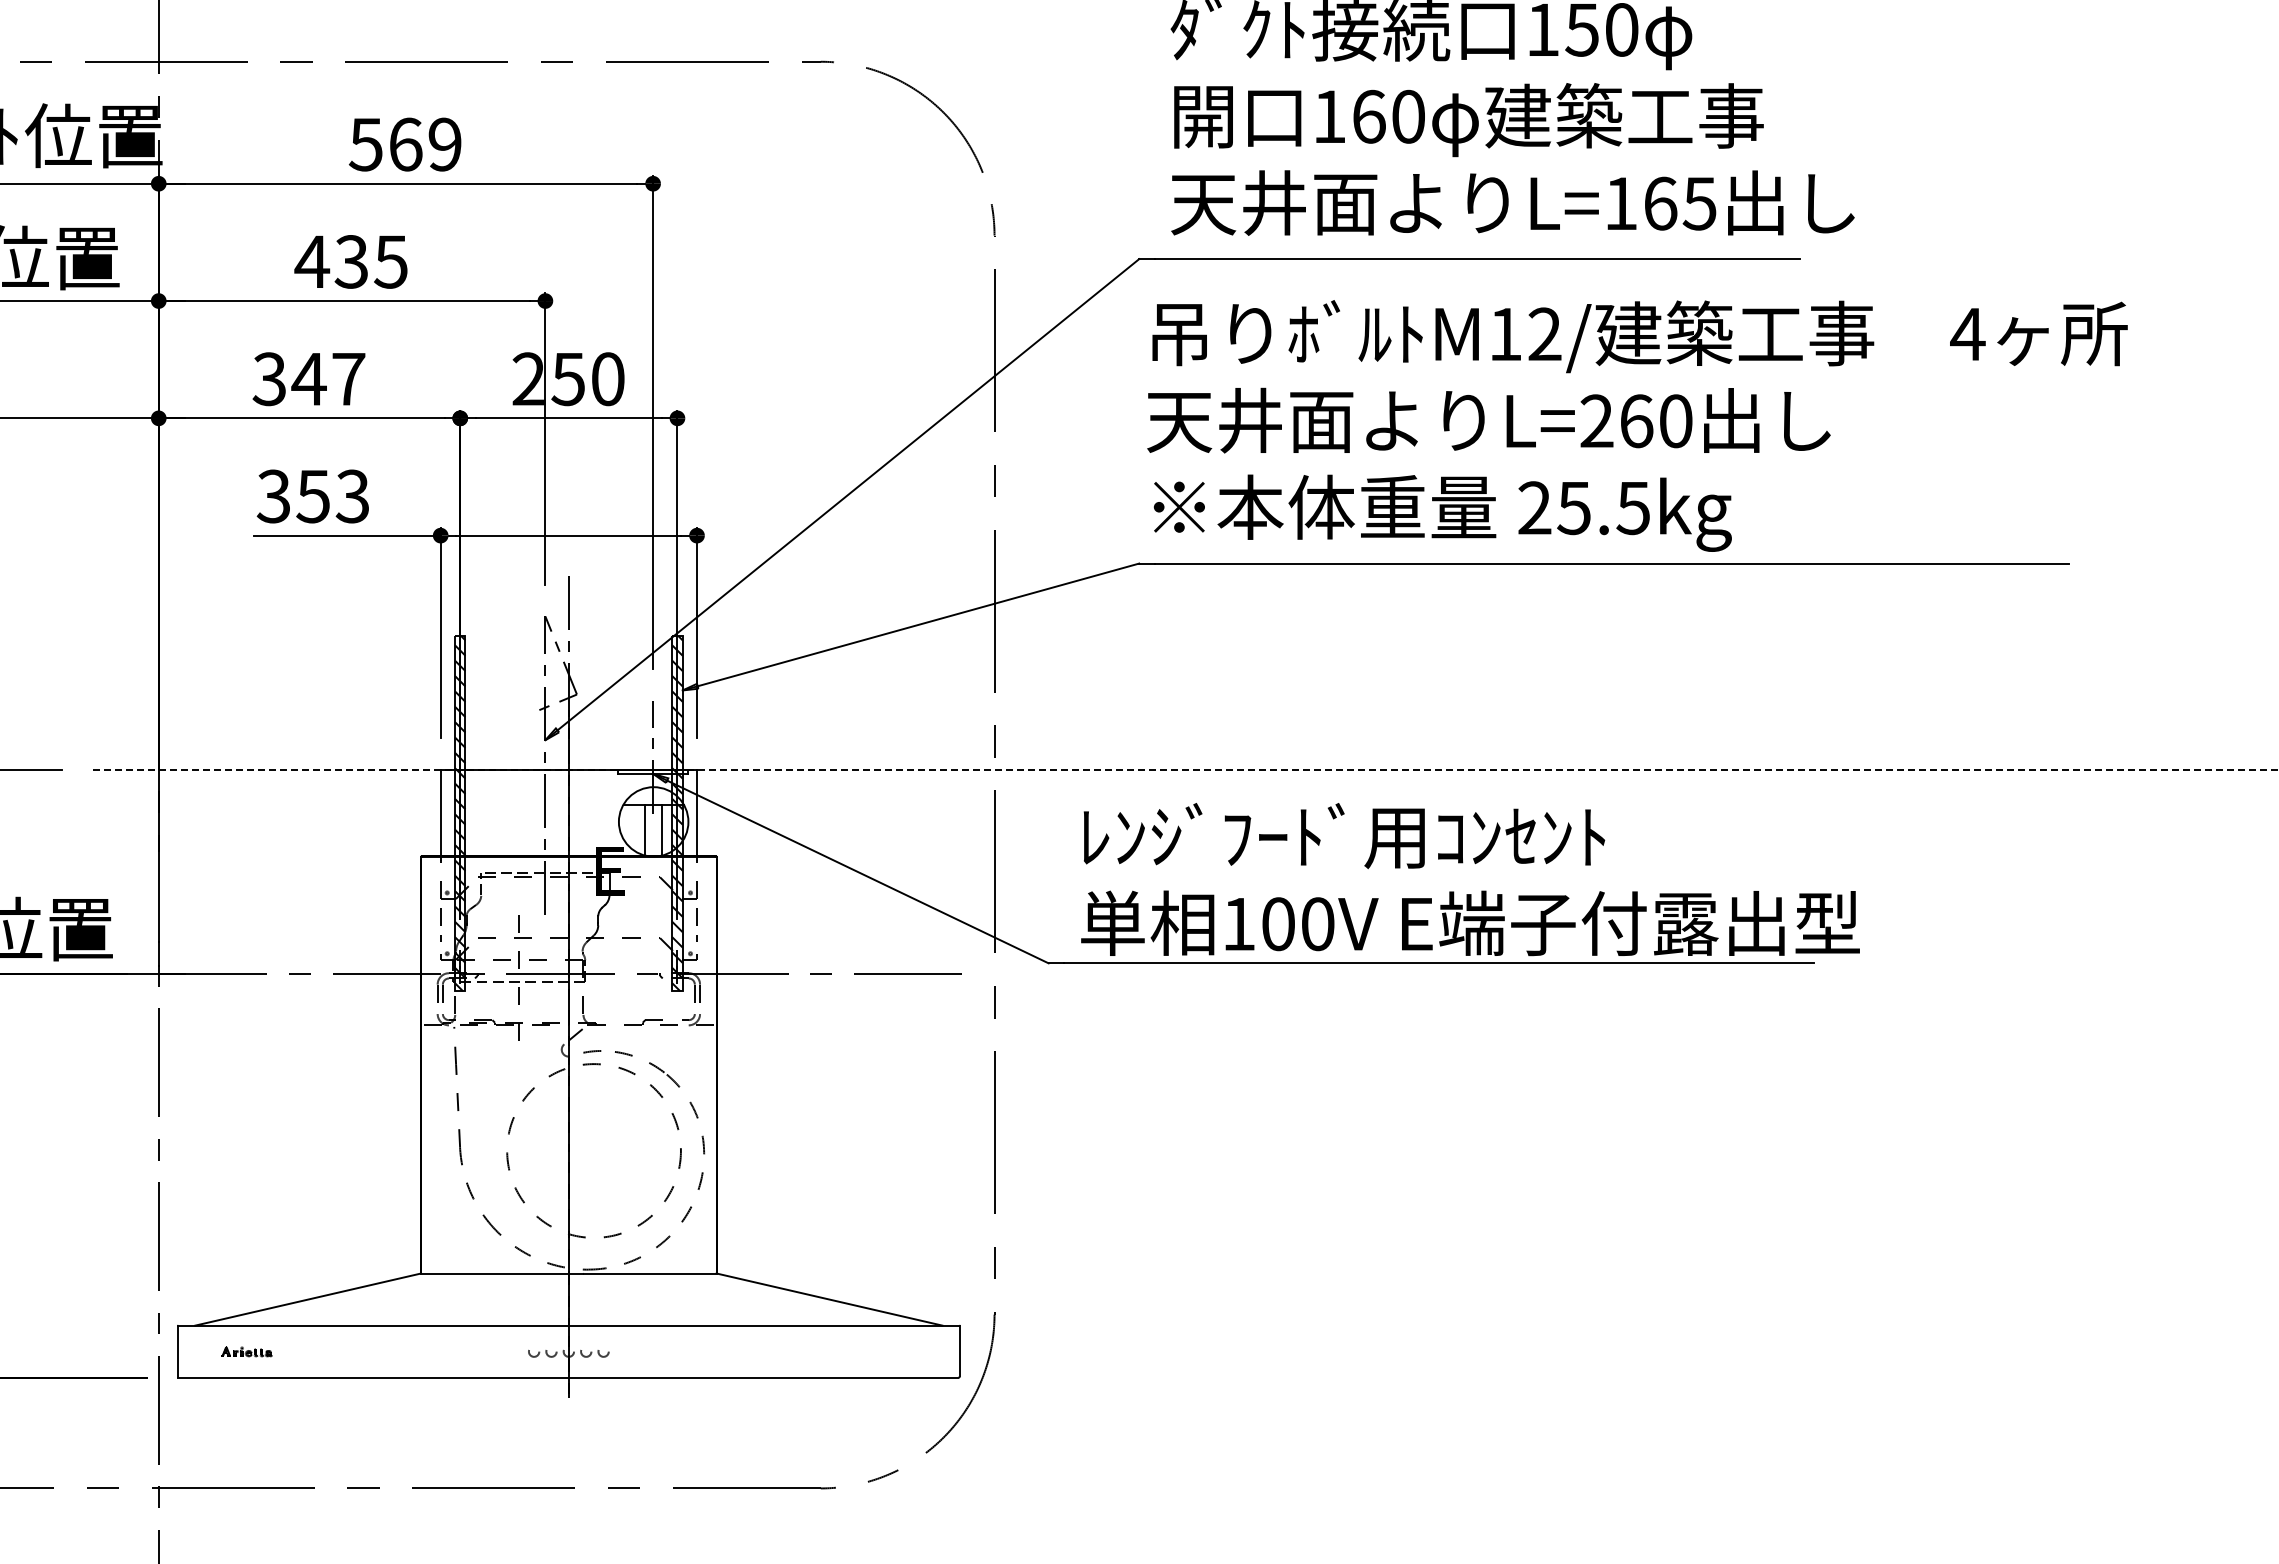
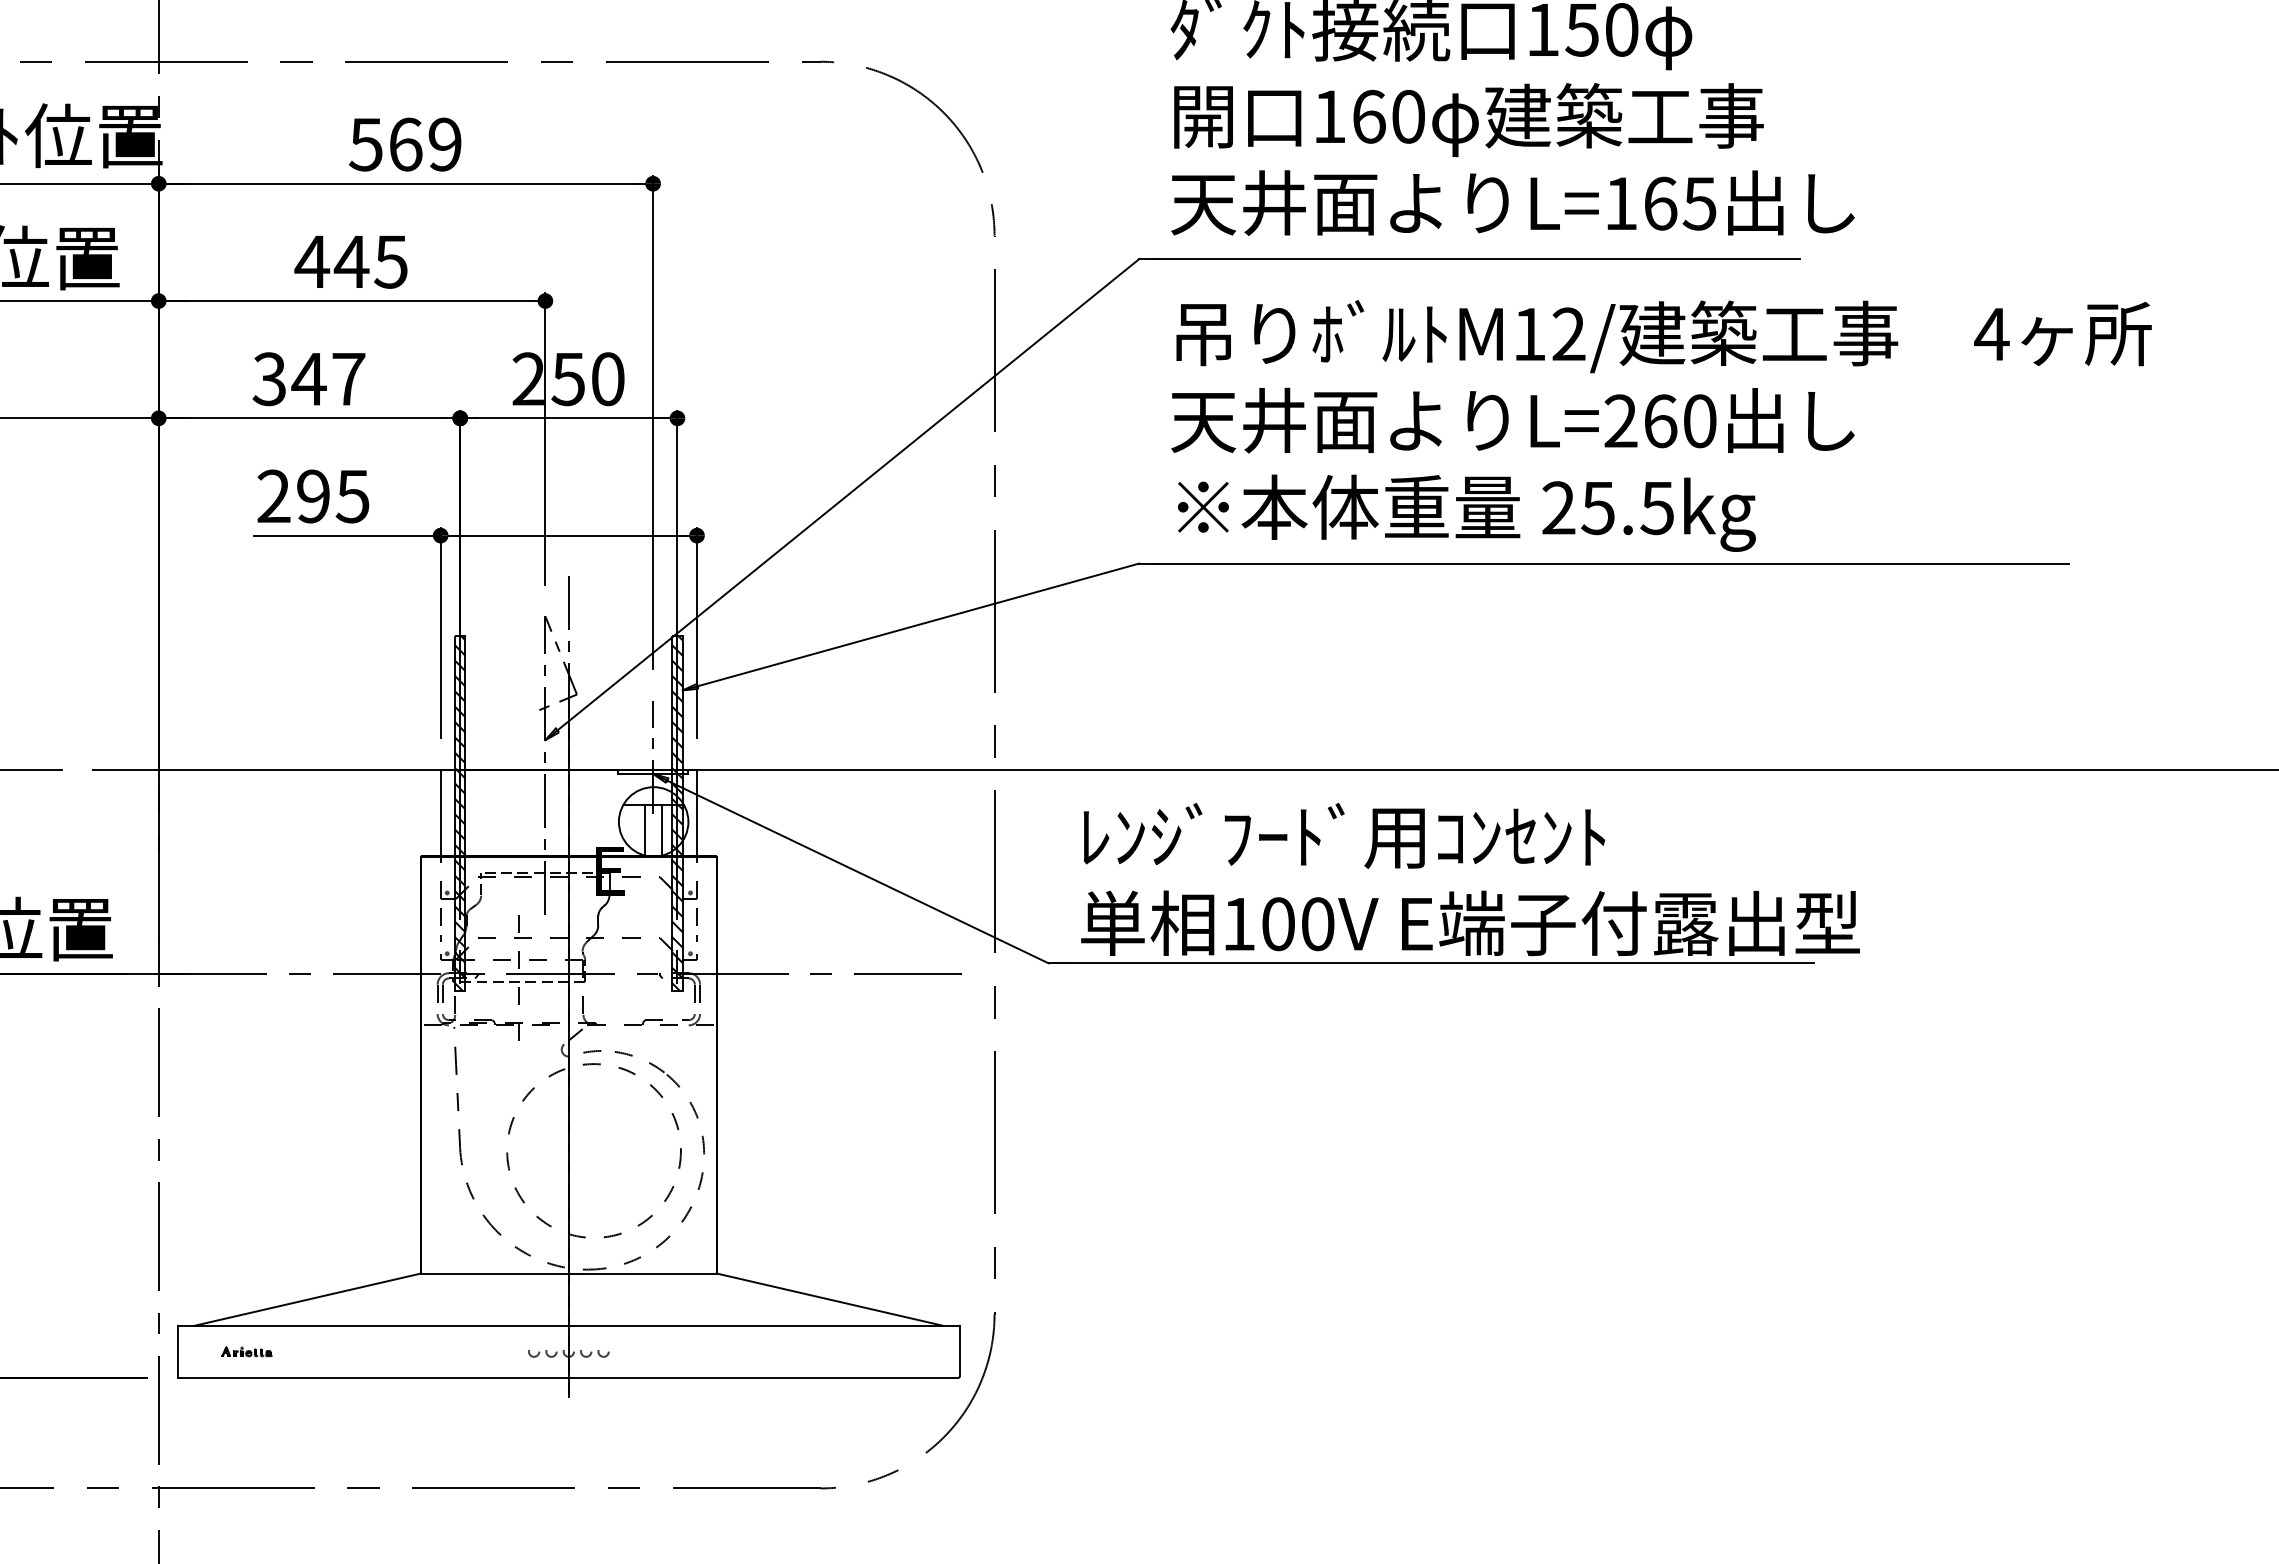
text at (351, 261): 435 -> 445
text at (1637, 425) position: (1637, 425) -> (1661, 425)
text at (312, 496): 353 -> 295
line at (1185, 769): dashed -> solid
